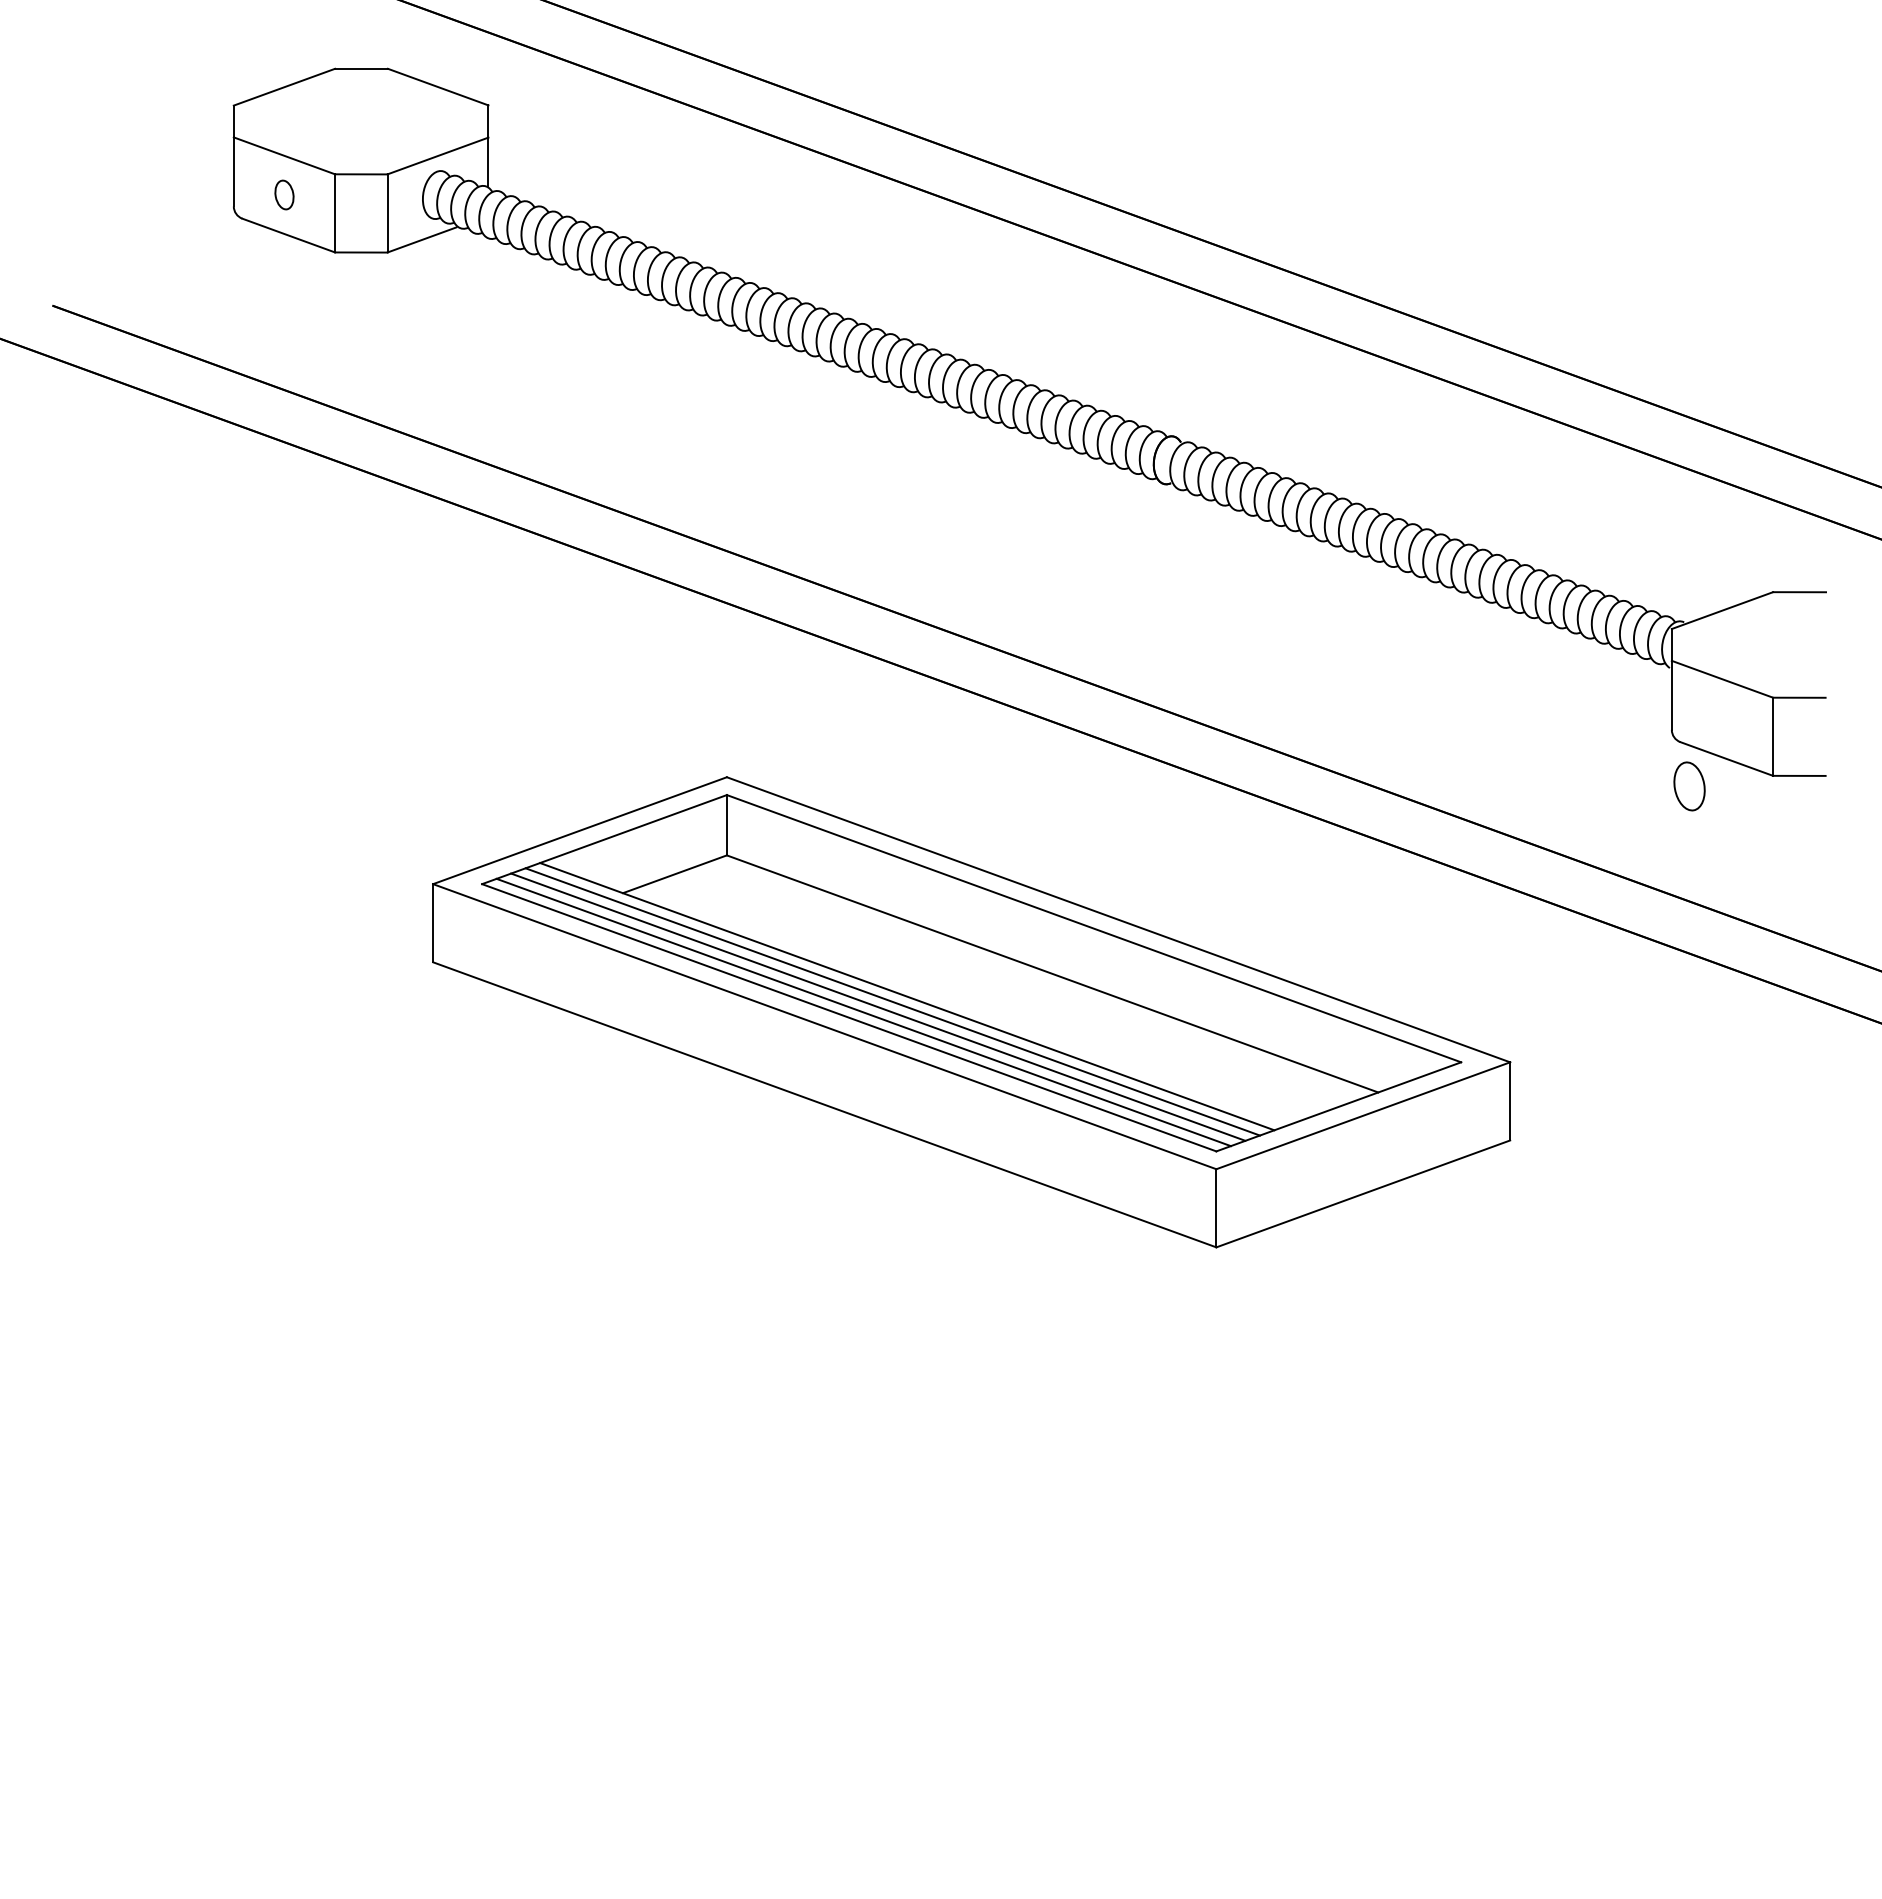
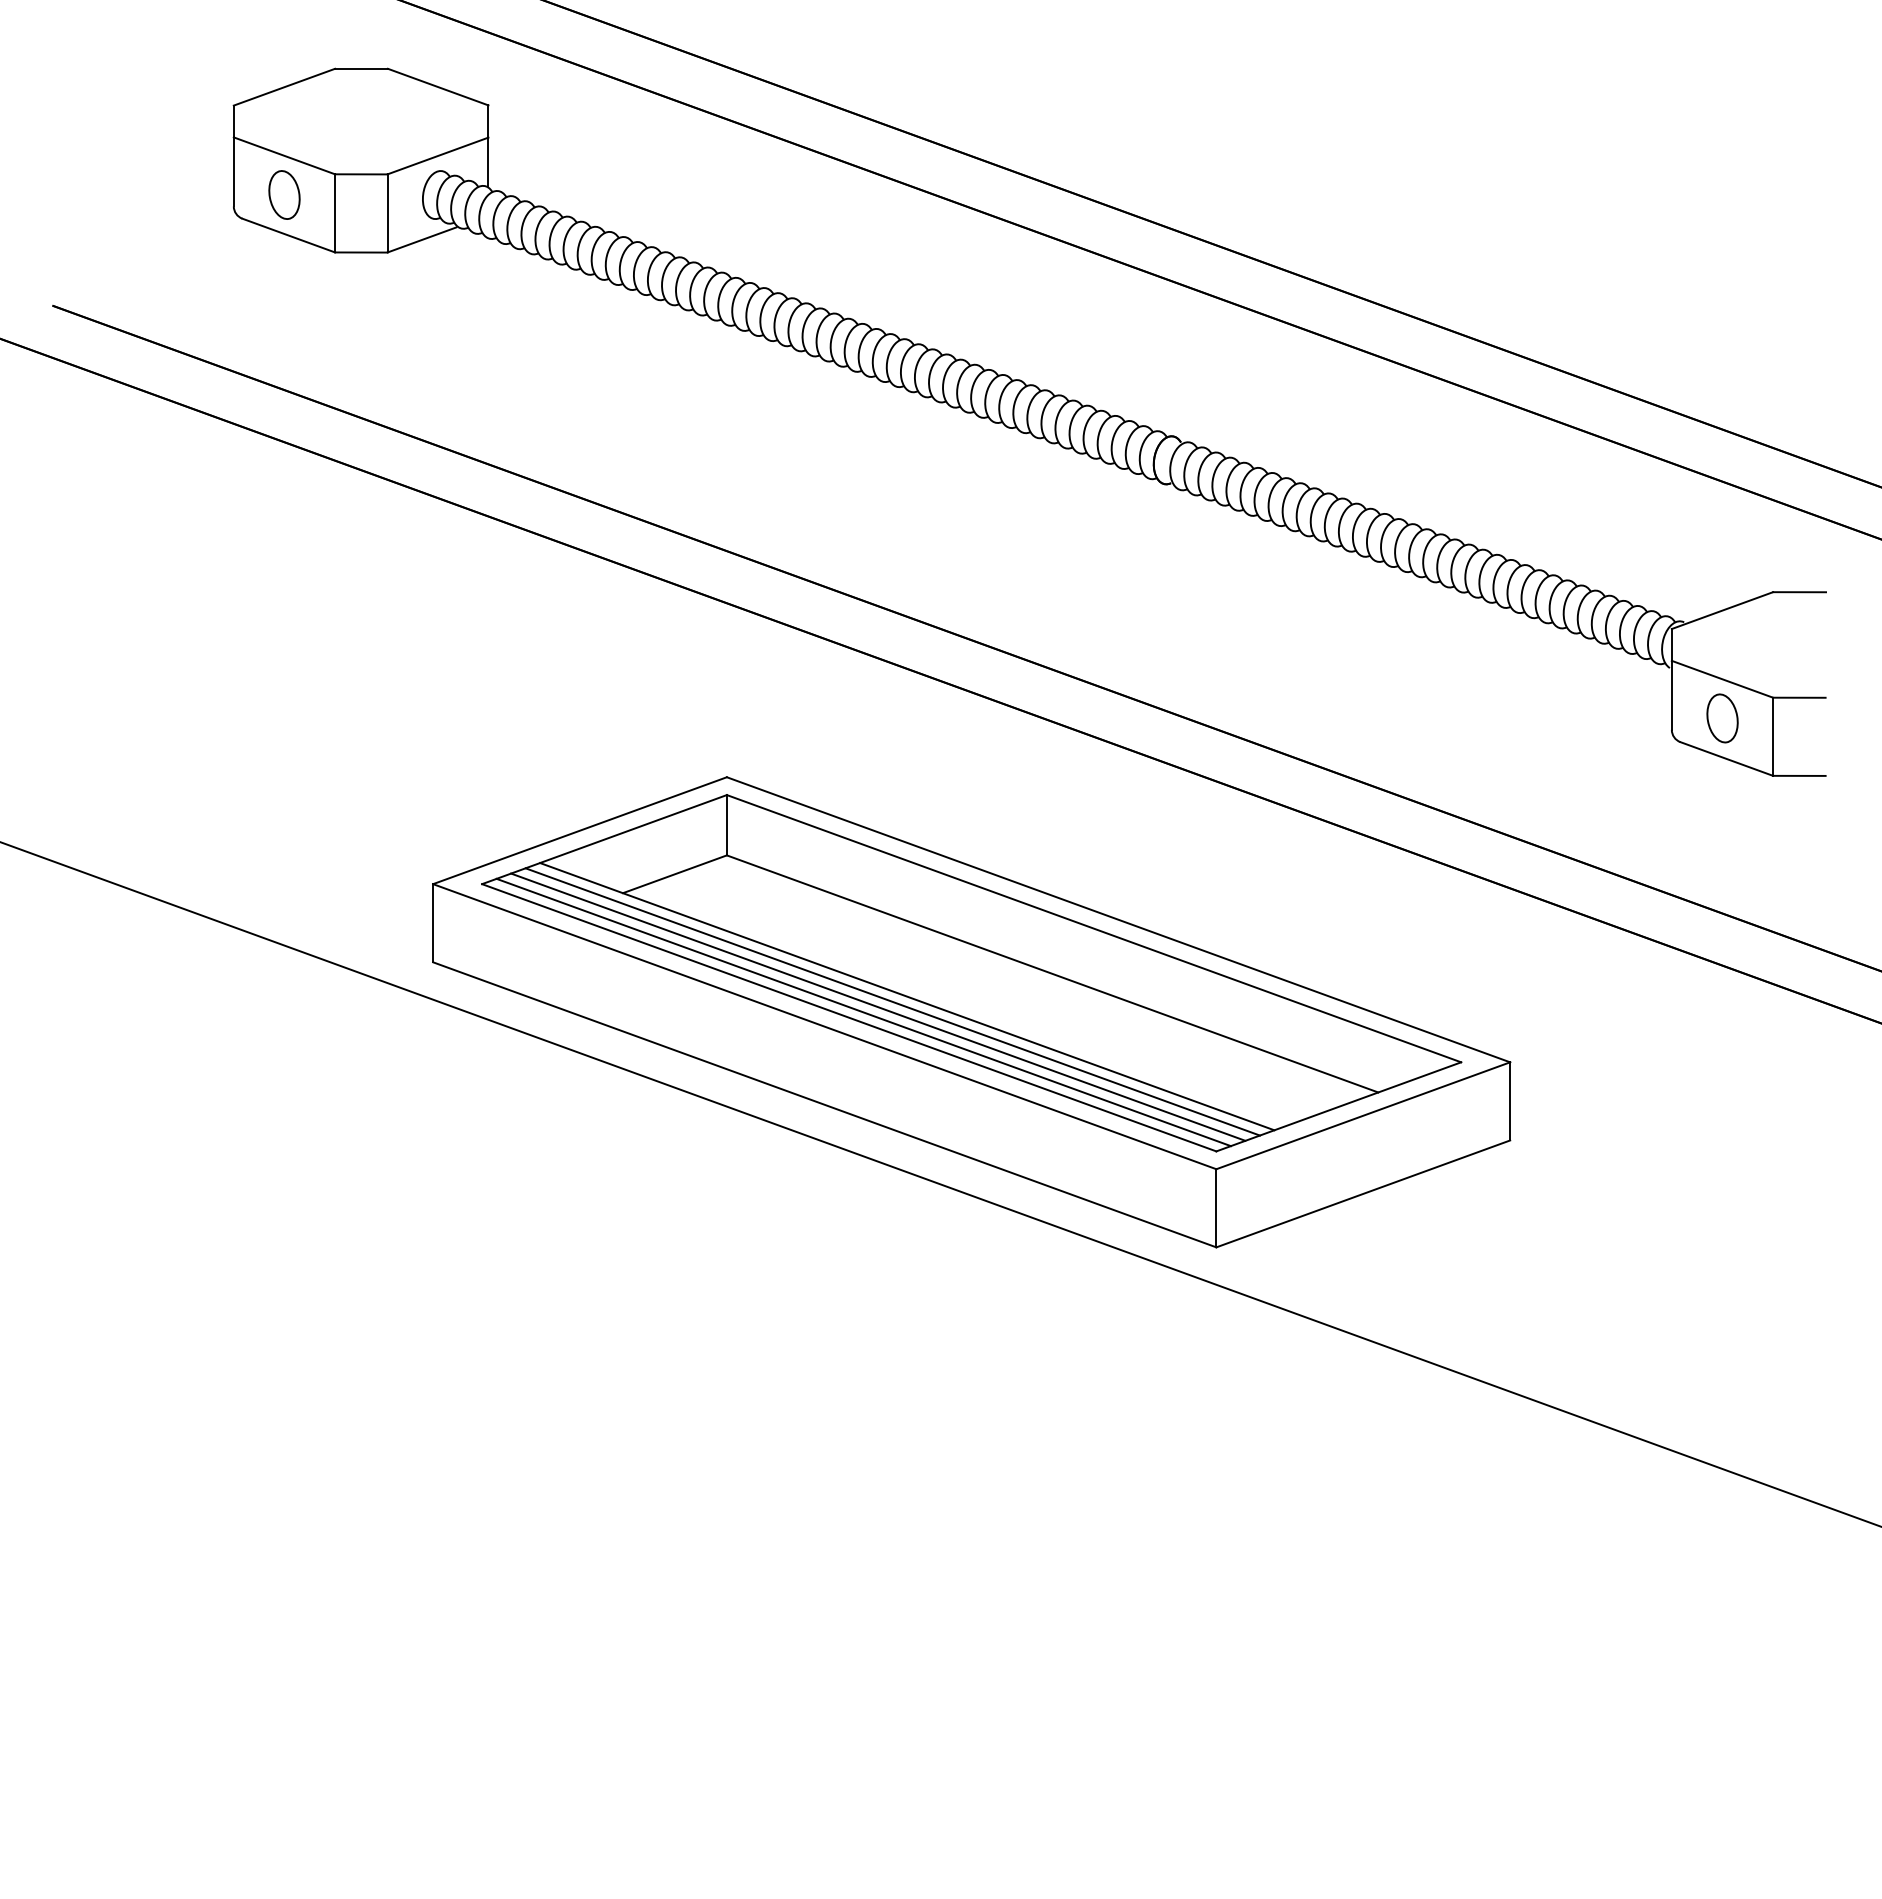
part at (284, 194) size: 21x32 px -> 33x50 px
part at (1689, 786) position: (1689, 786) -> (1722, 718)
line at (940, 1183): none -> present
